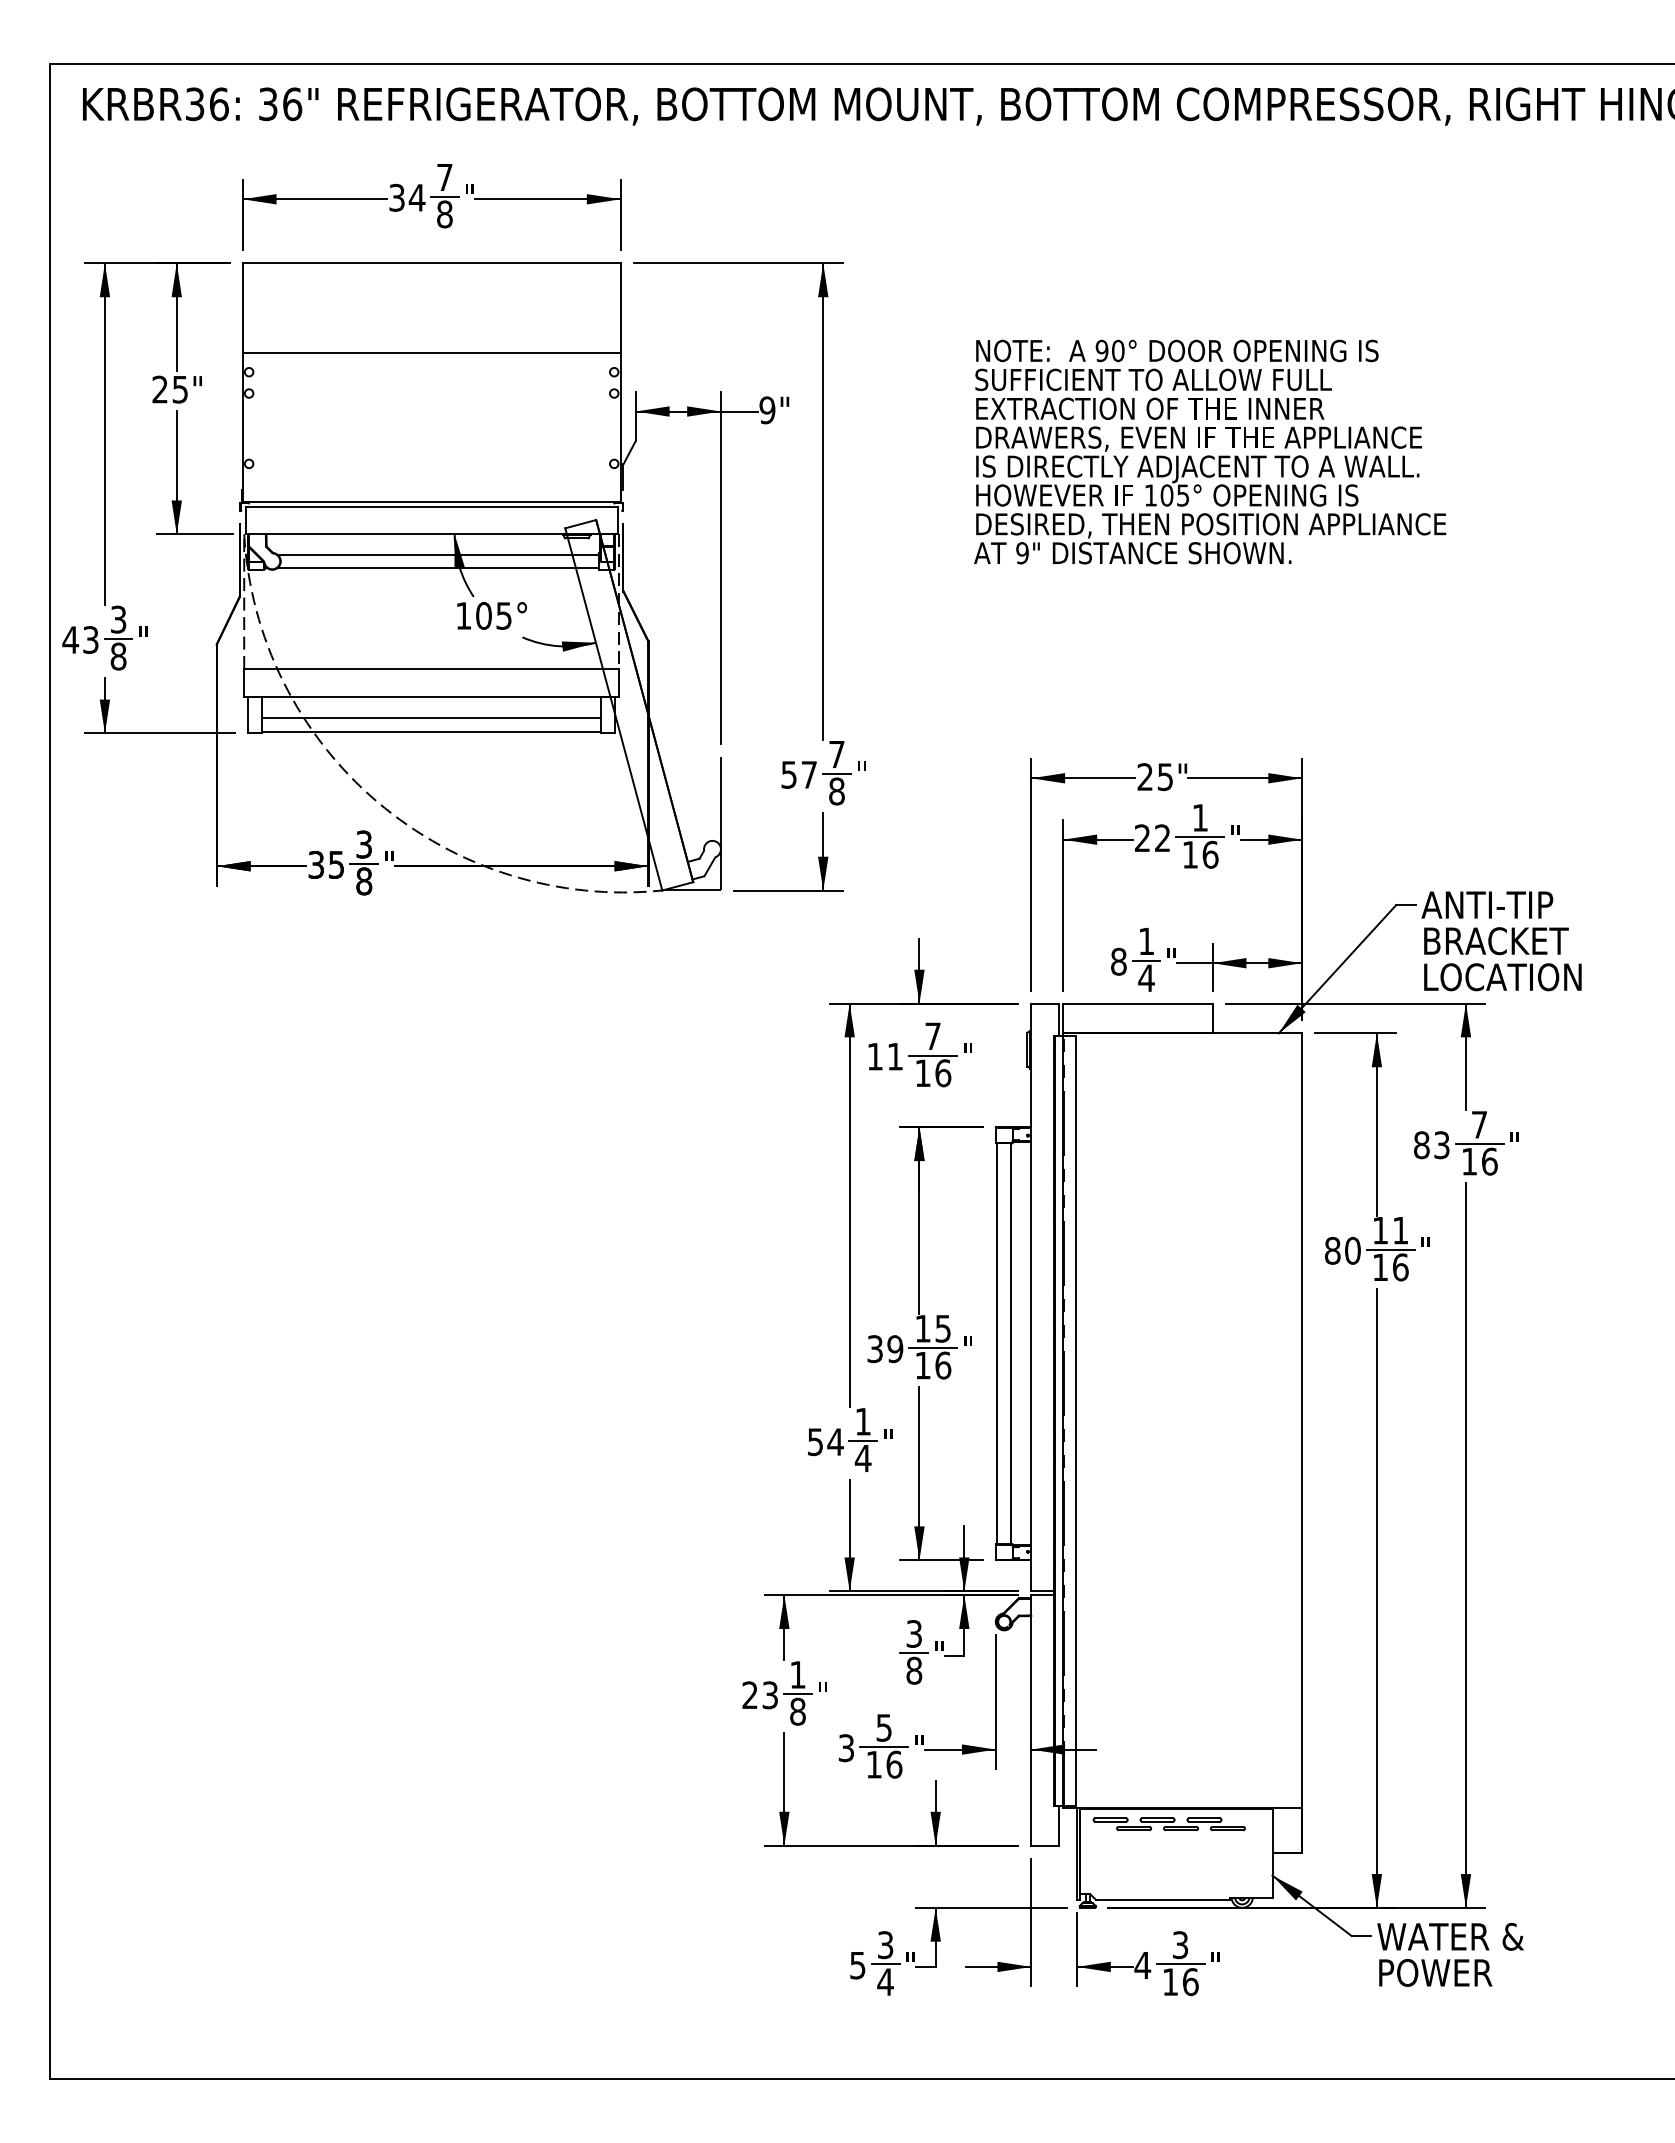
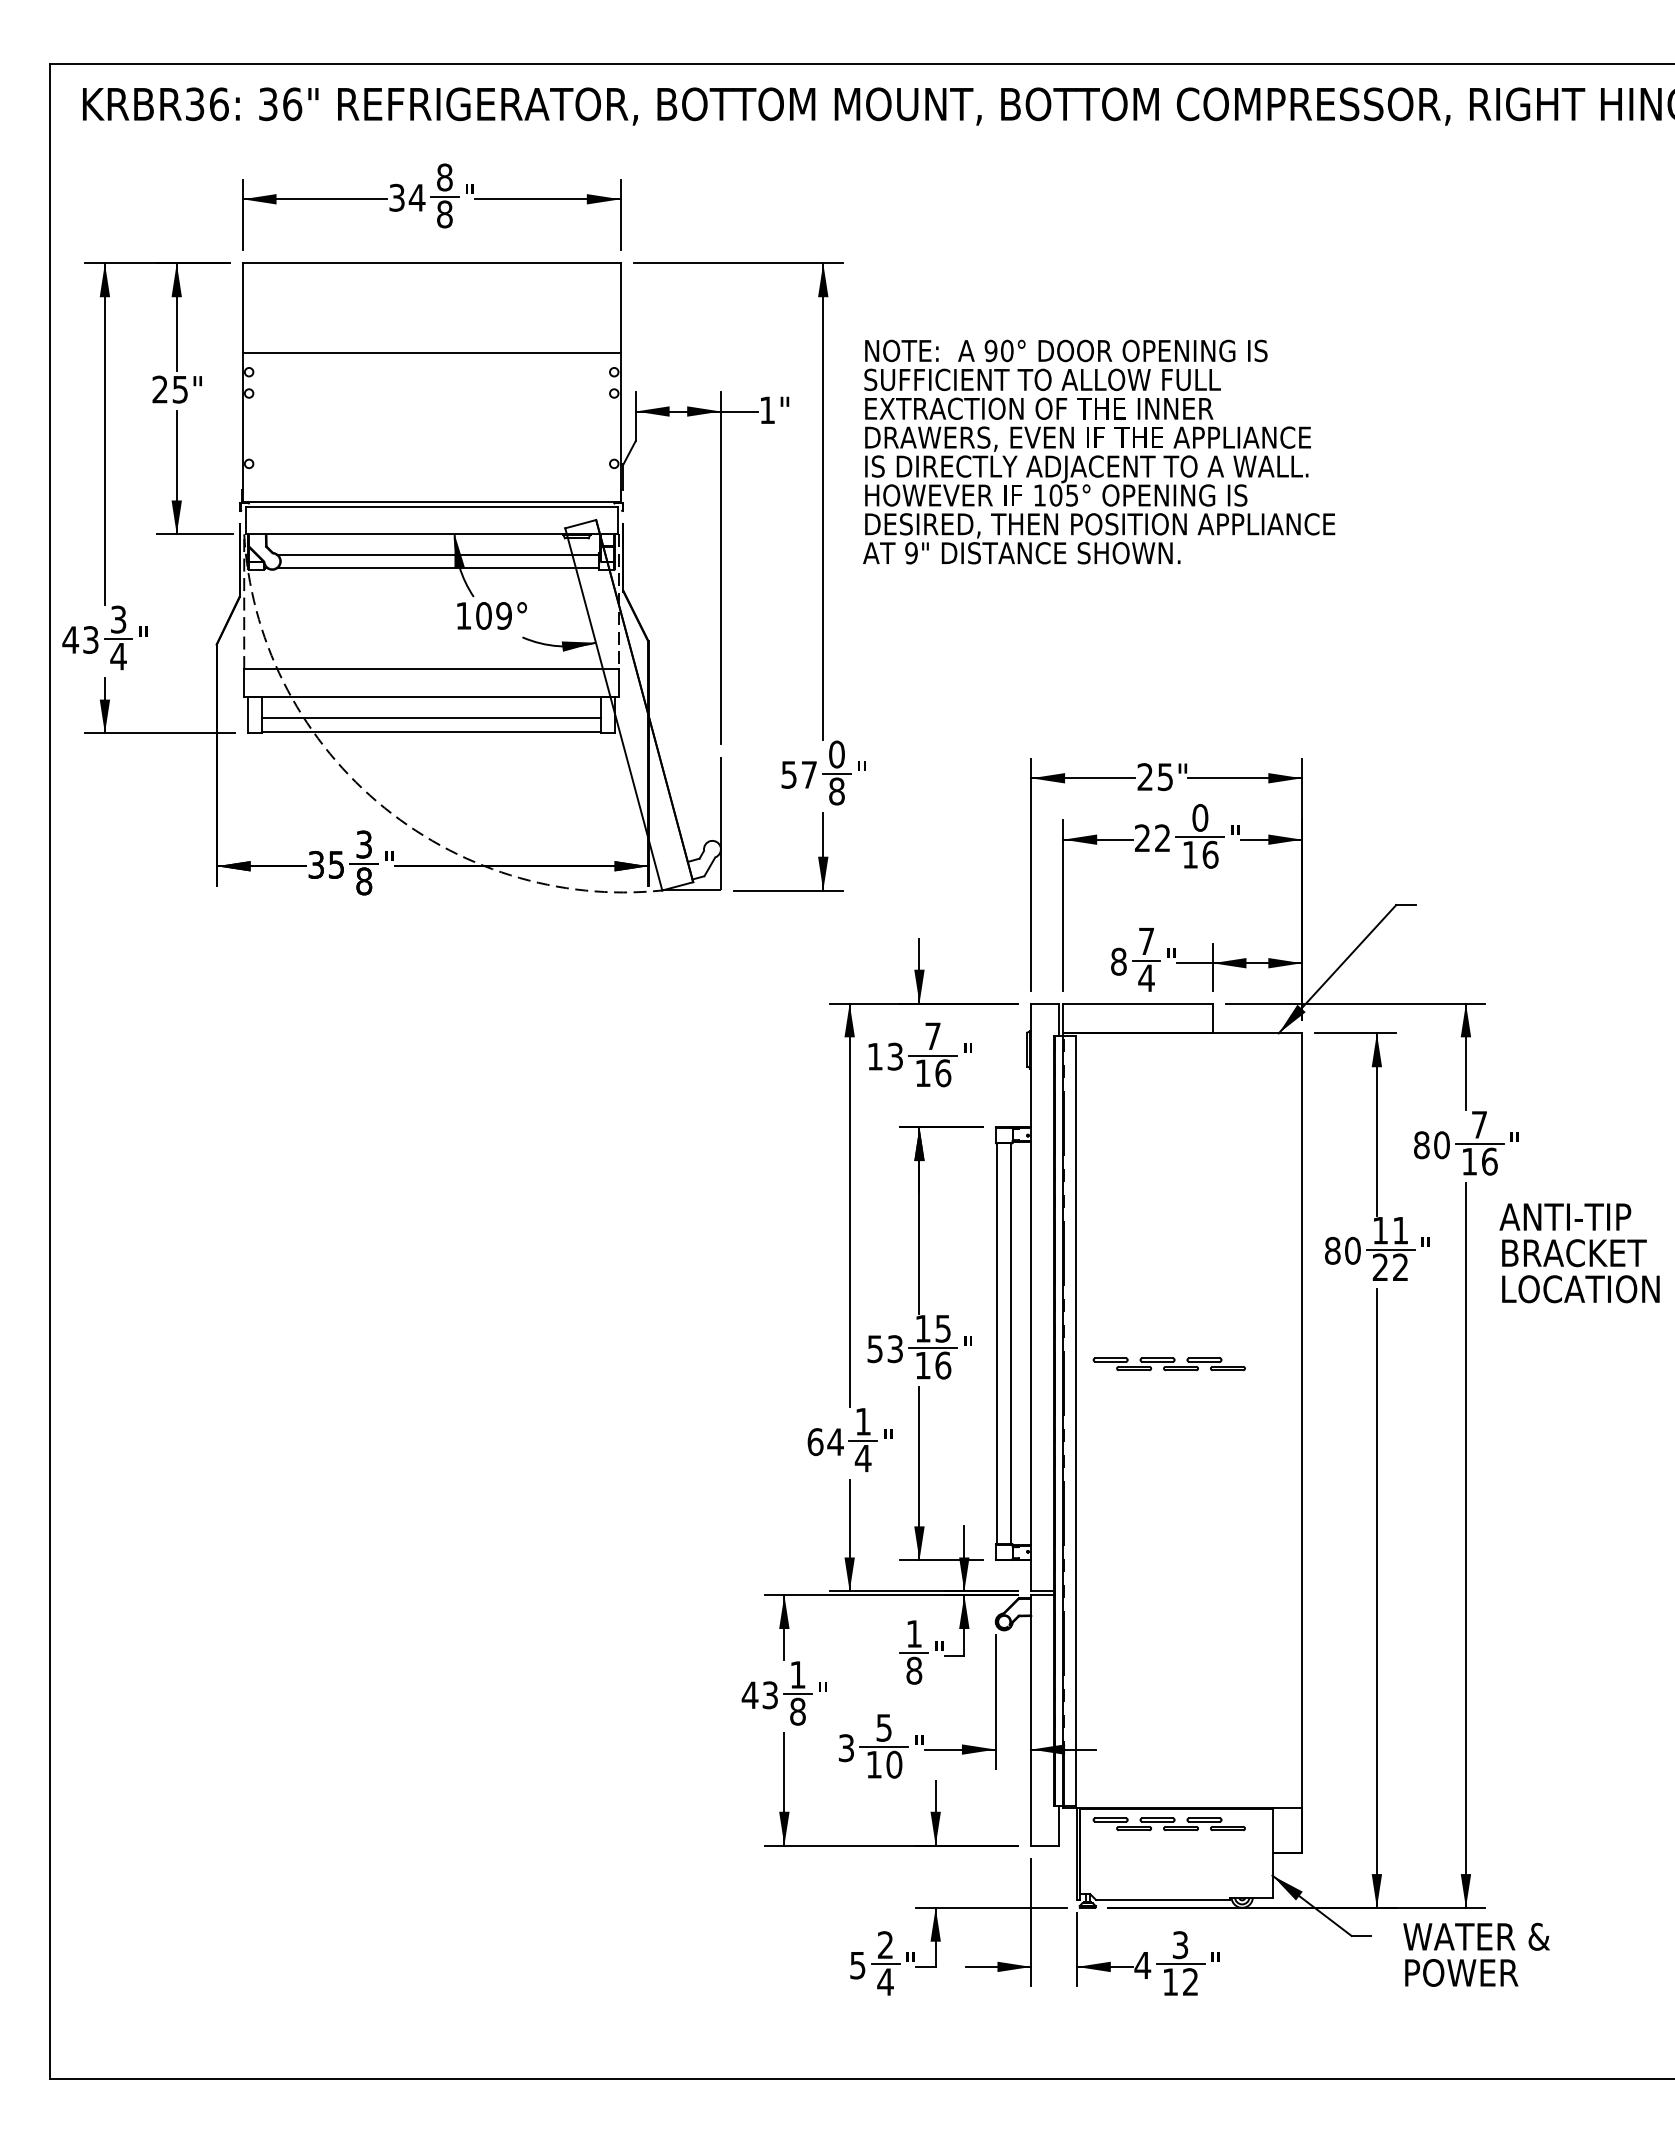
text at (444, 177): 7 -> 8
text at (767, 410): 9" -> 1"
text at (1210, 451) position: (1210, 451) -> (1099, 451)
text at (503, 615): 105° -> 109°
text at (118, 656): 8 -> 4
text at (836, 754): 7 -> 0
text at (1200, 817): 1 -> 0
text at (1146, 940): 1 -> 7
text at (1501, 941) position: (1501, 941) -> (1579, 1253)
text at (894, 1056): 11 -> 13
text at (1441, 1145): 83 -> 80
text at (1390, 1267): 16 -> 22
text at (885, 1348): 39 -> 53
part at (1168, 1364): none -> present
text at (815, 1442): 54 -> 64
text at (913, 1633): 3 -> 1
text at (749, 1694): 23 -> 43
text at (894, 1764): 16 -> 10
text at (885, 1945): 3 -> 2
text at (1450, 1954) position: (1450, 1954) -> (1476, 1954)
text at (1190, 1982): 16 -> 12
